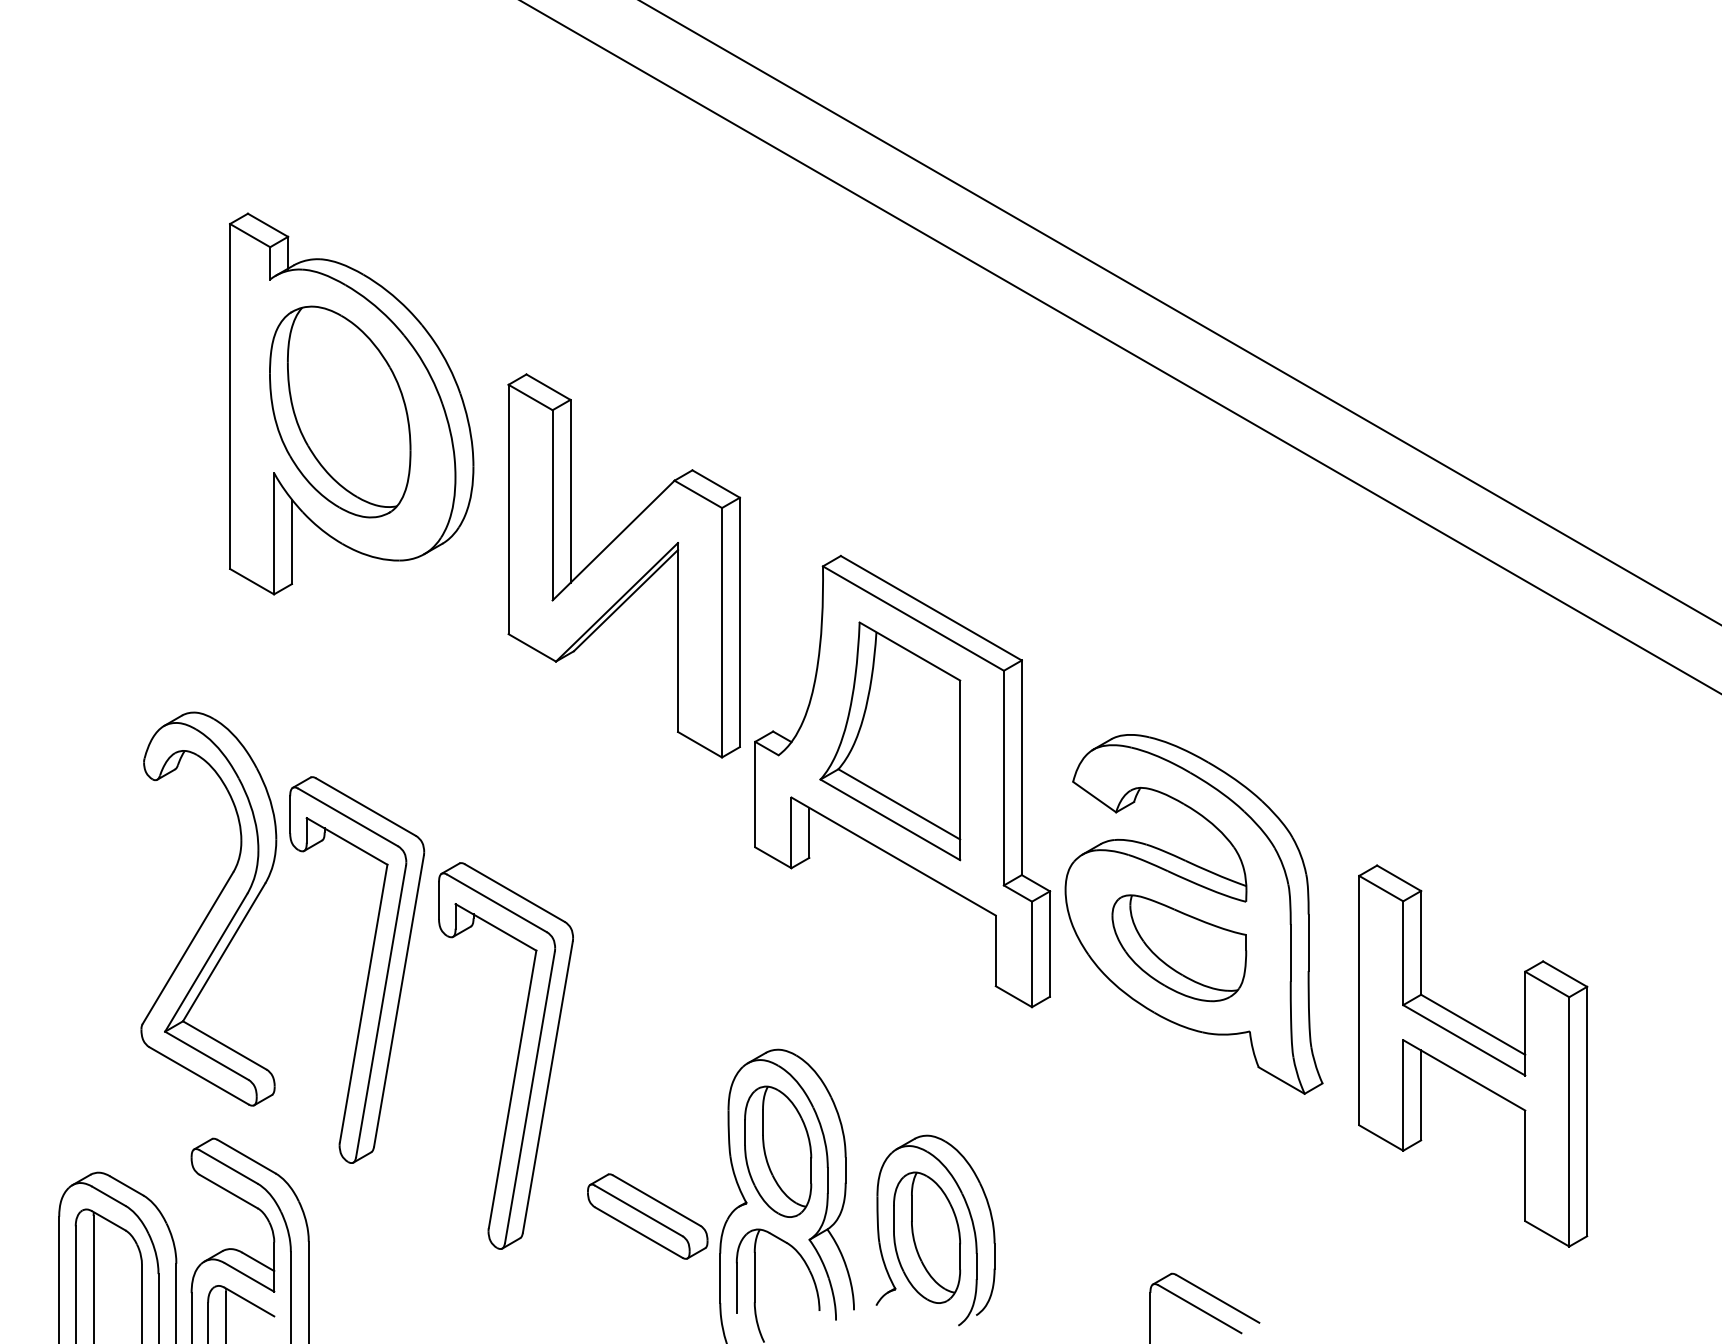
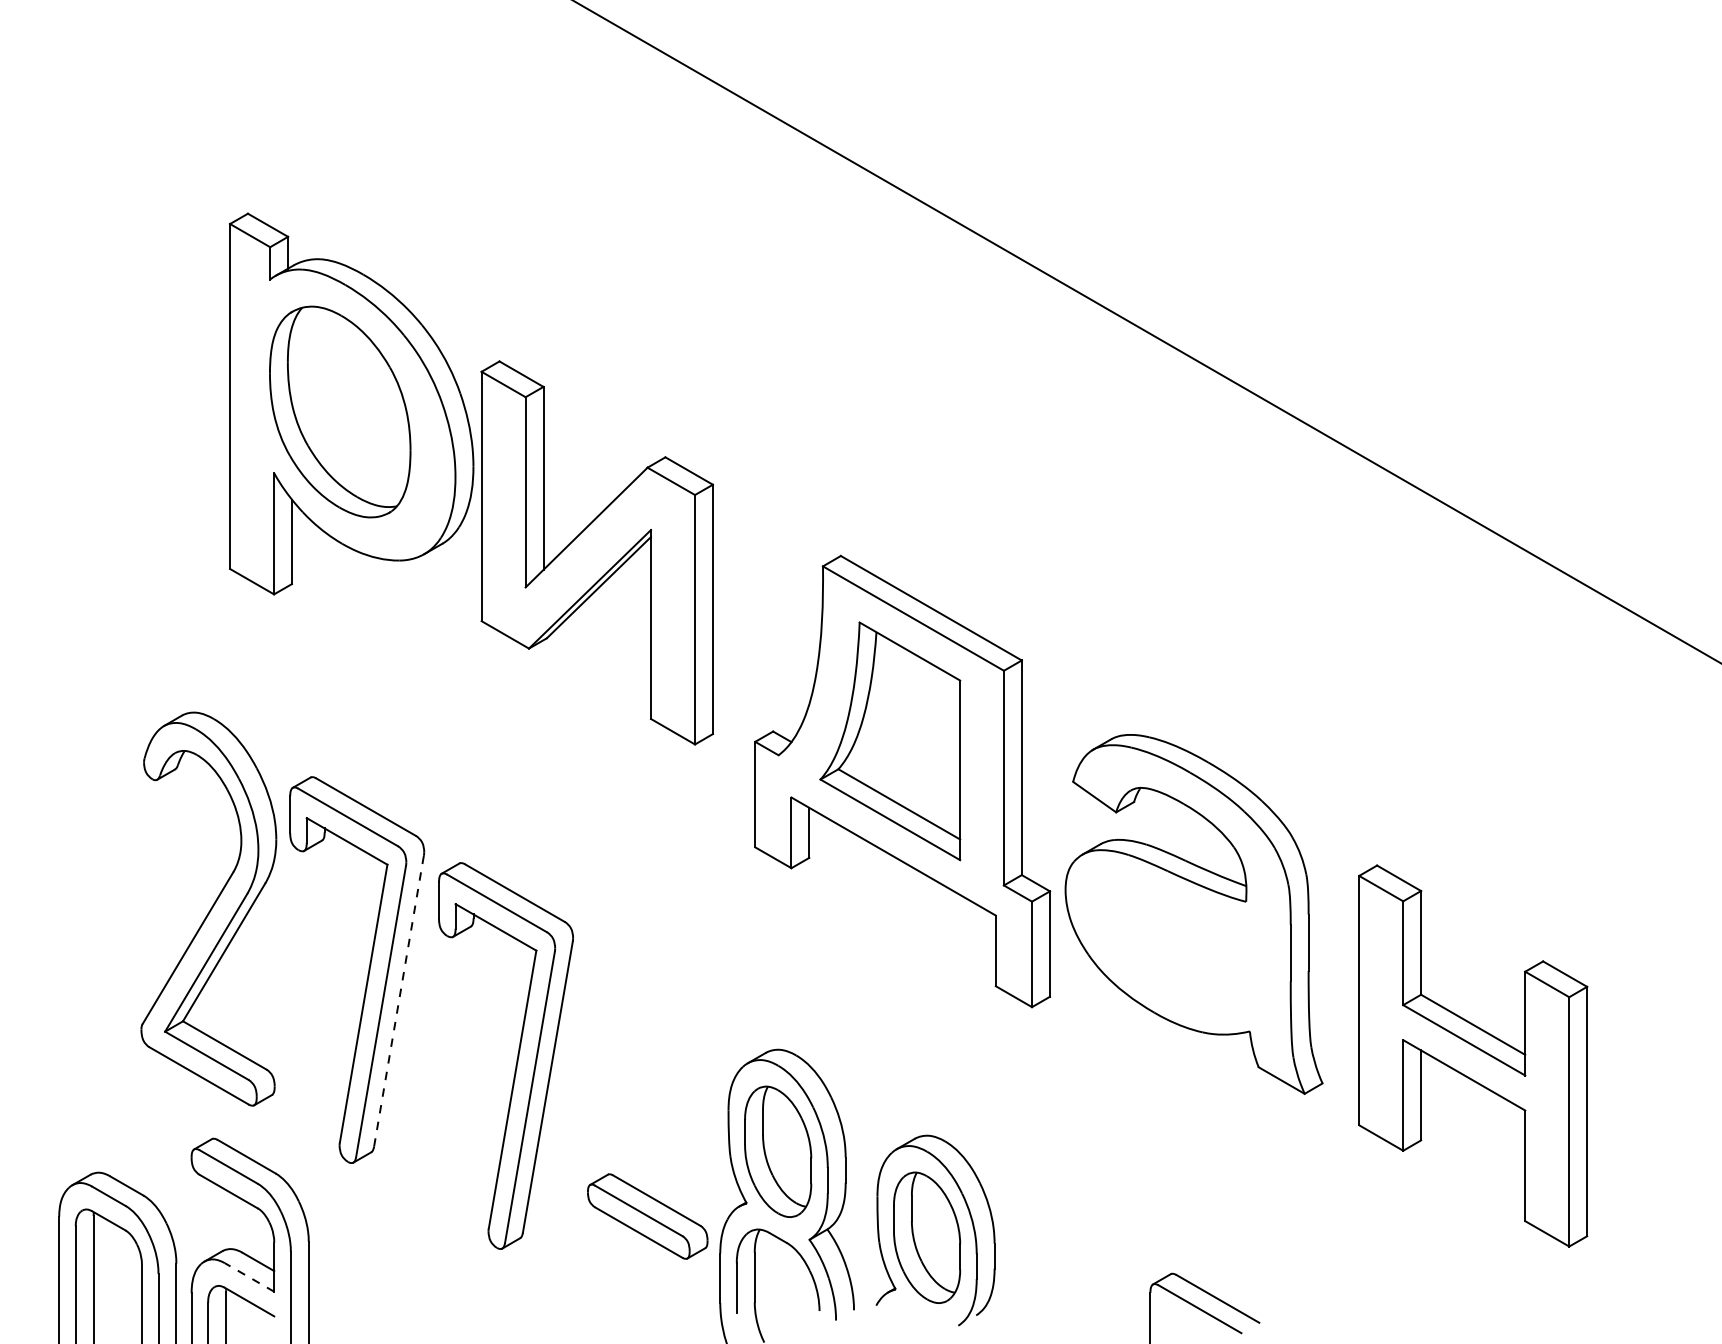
line at (1180, 312): present -> none
line at (1120, 347) position: (1120, 347) -> (1146, 332)
part at (623, 565) position: (623, 565) -> (596, 552)
part at (1179, 948): present -> none
line at (398, 1001): solid -> dashed
line at (249, 1277): solid -> dashed
